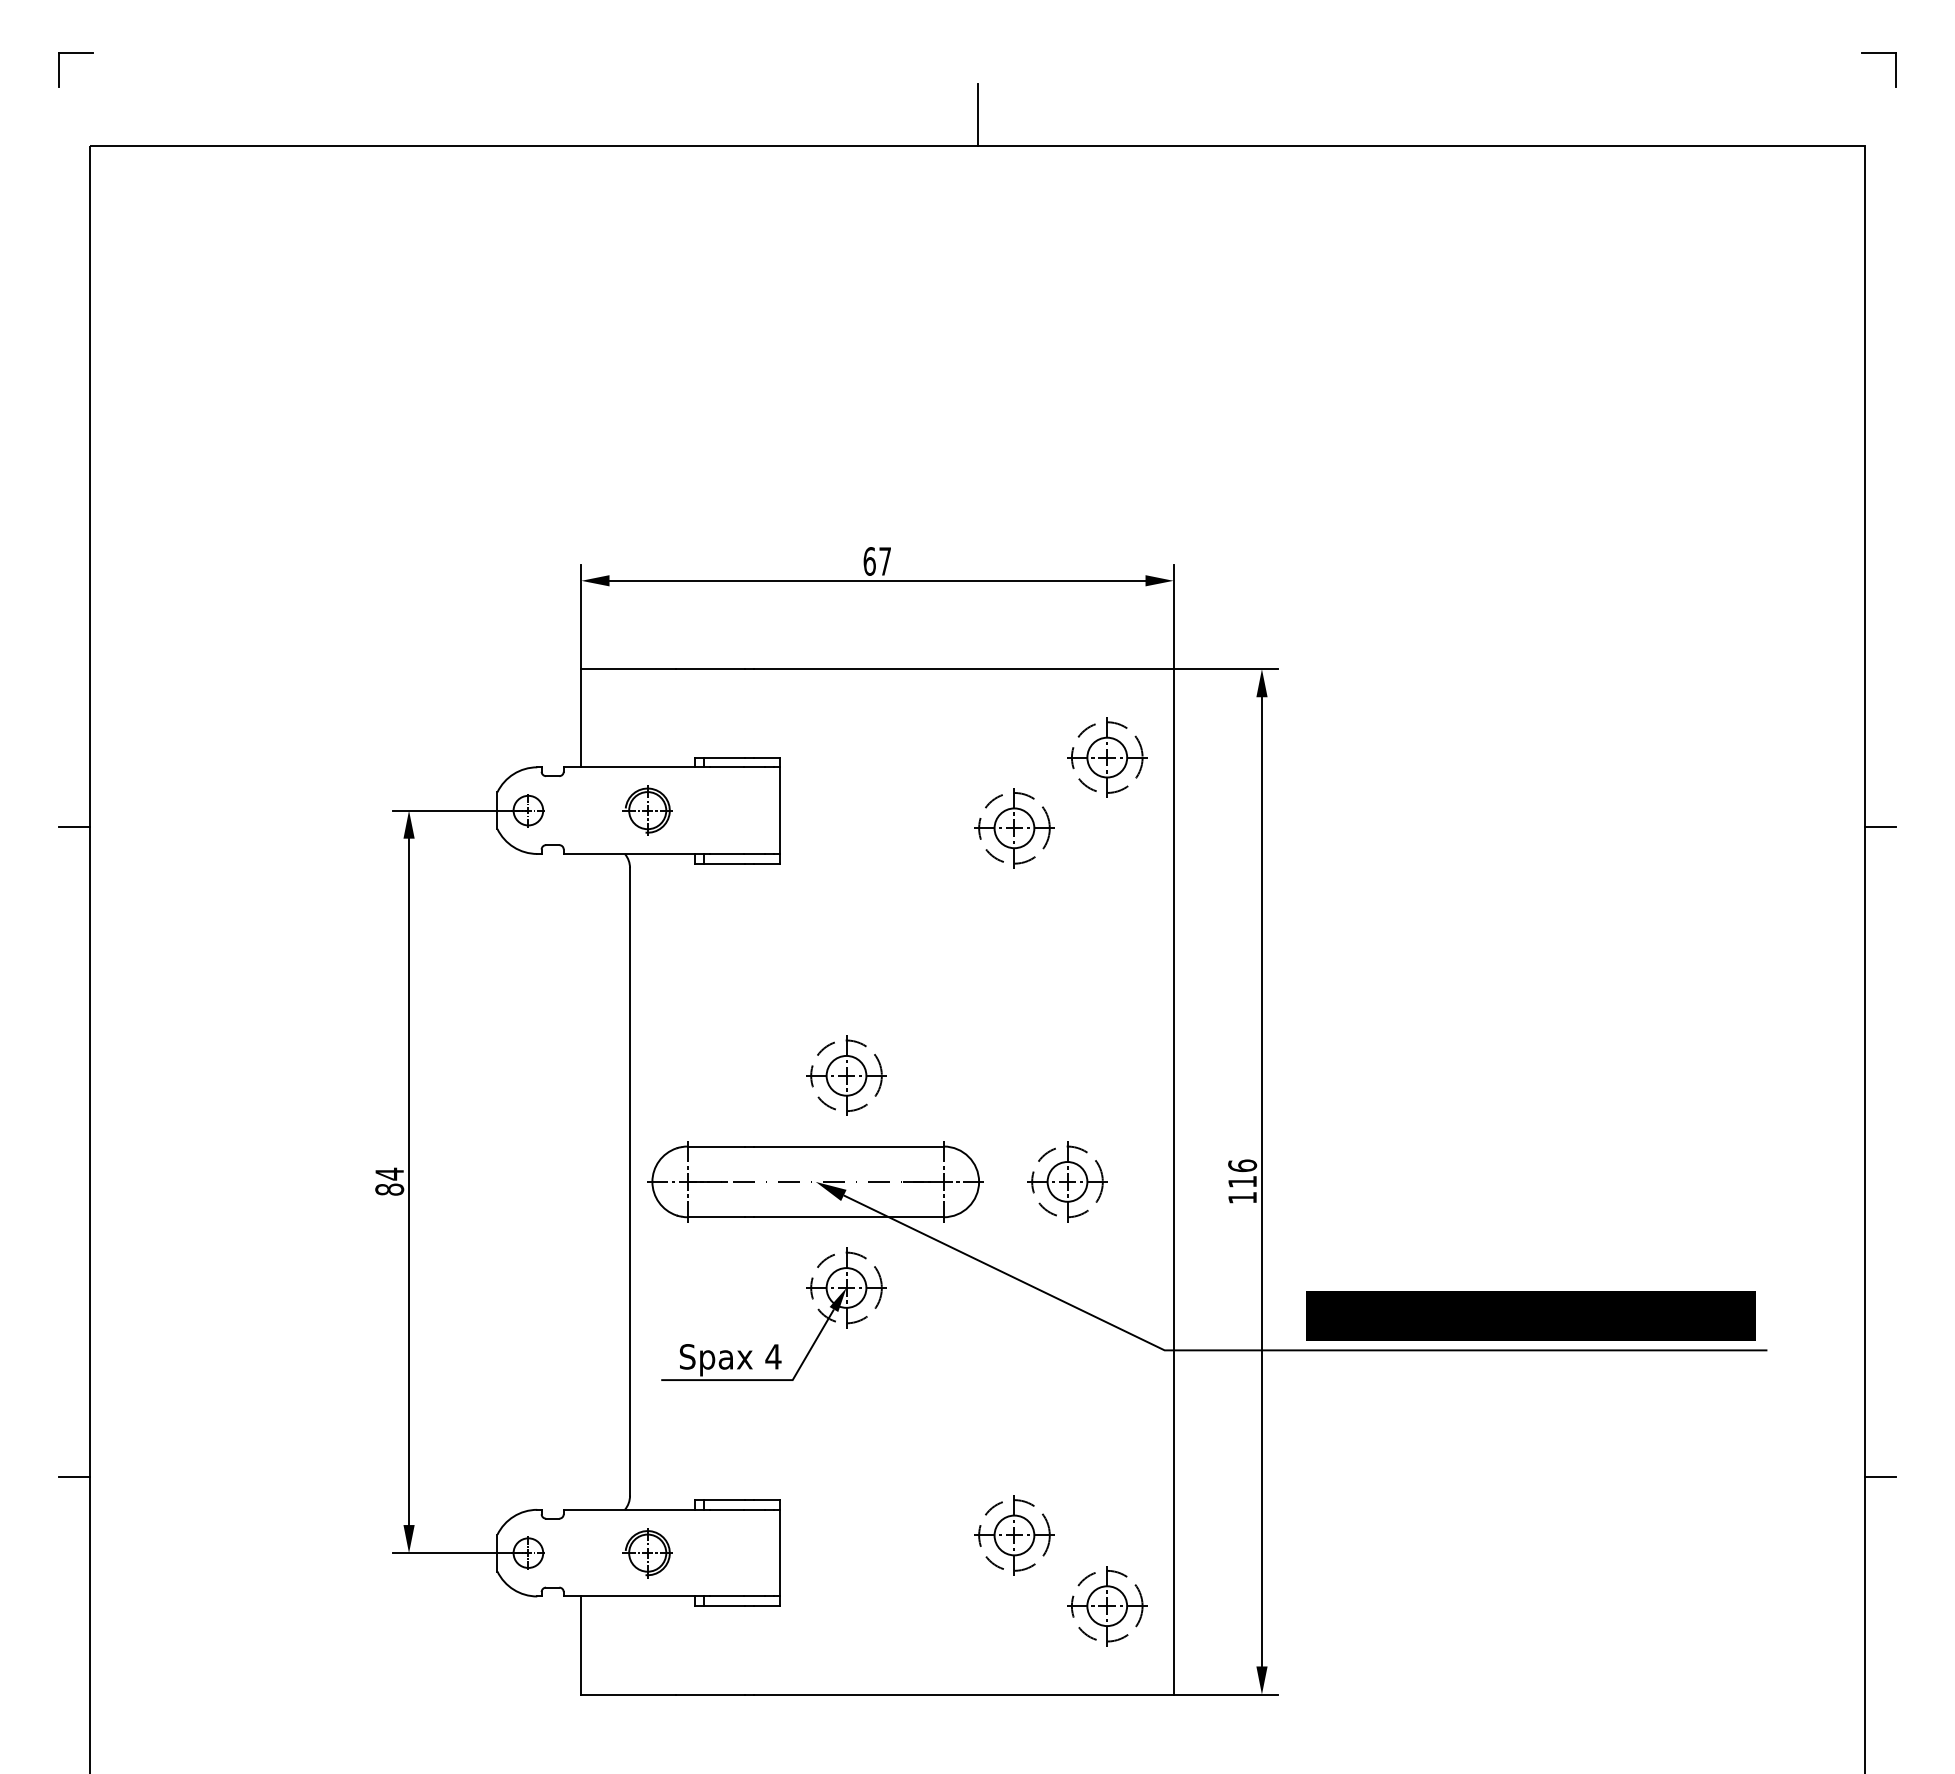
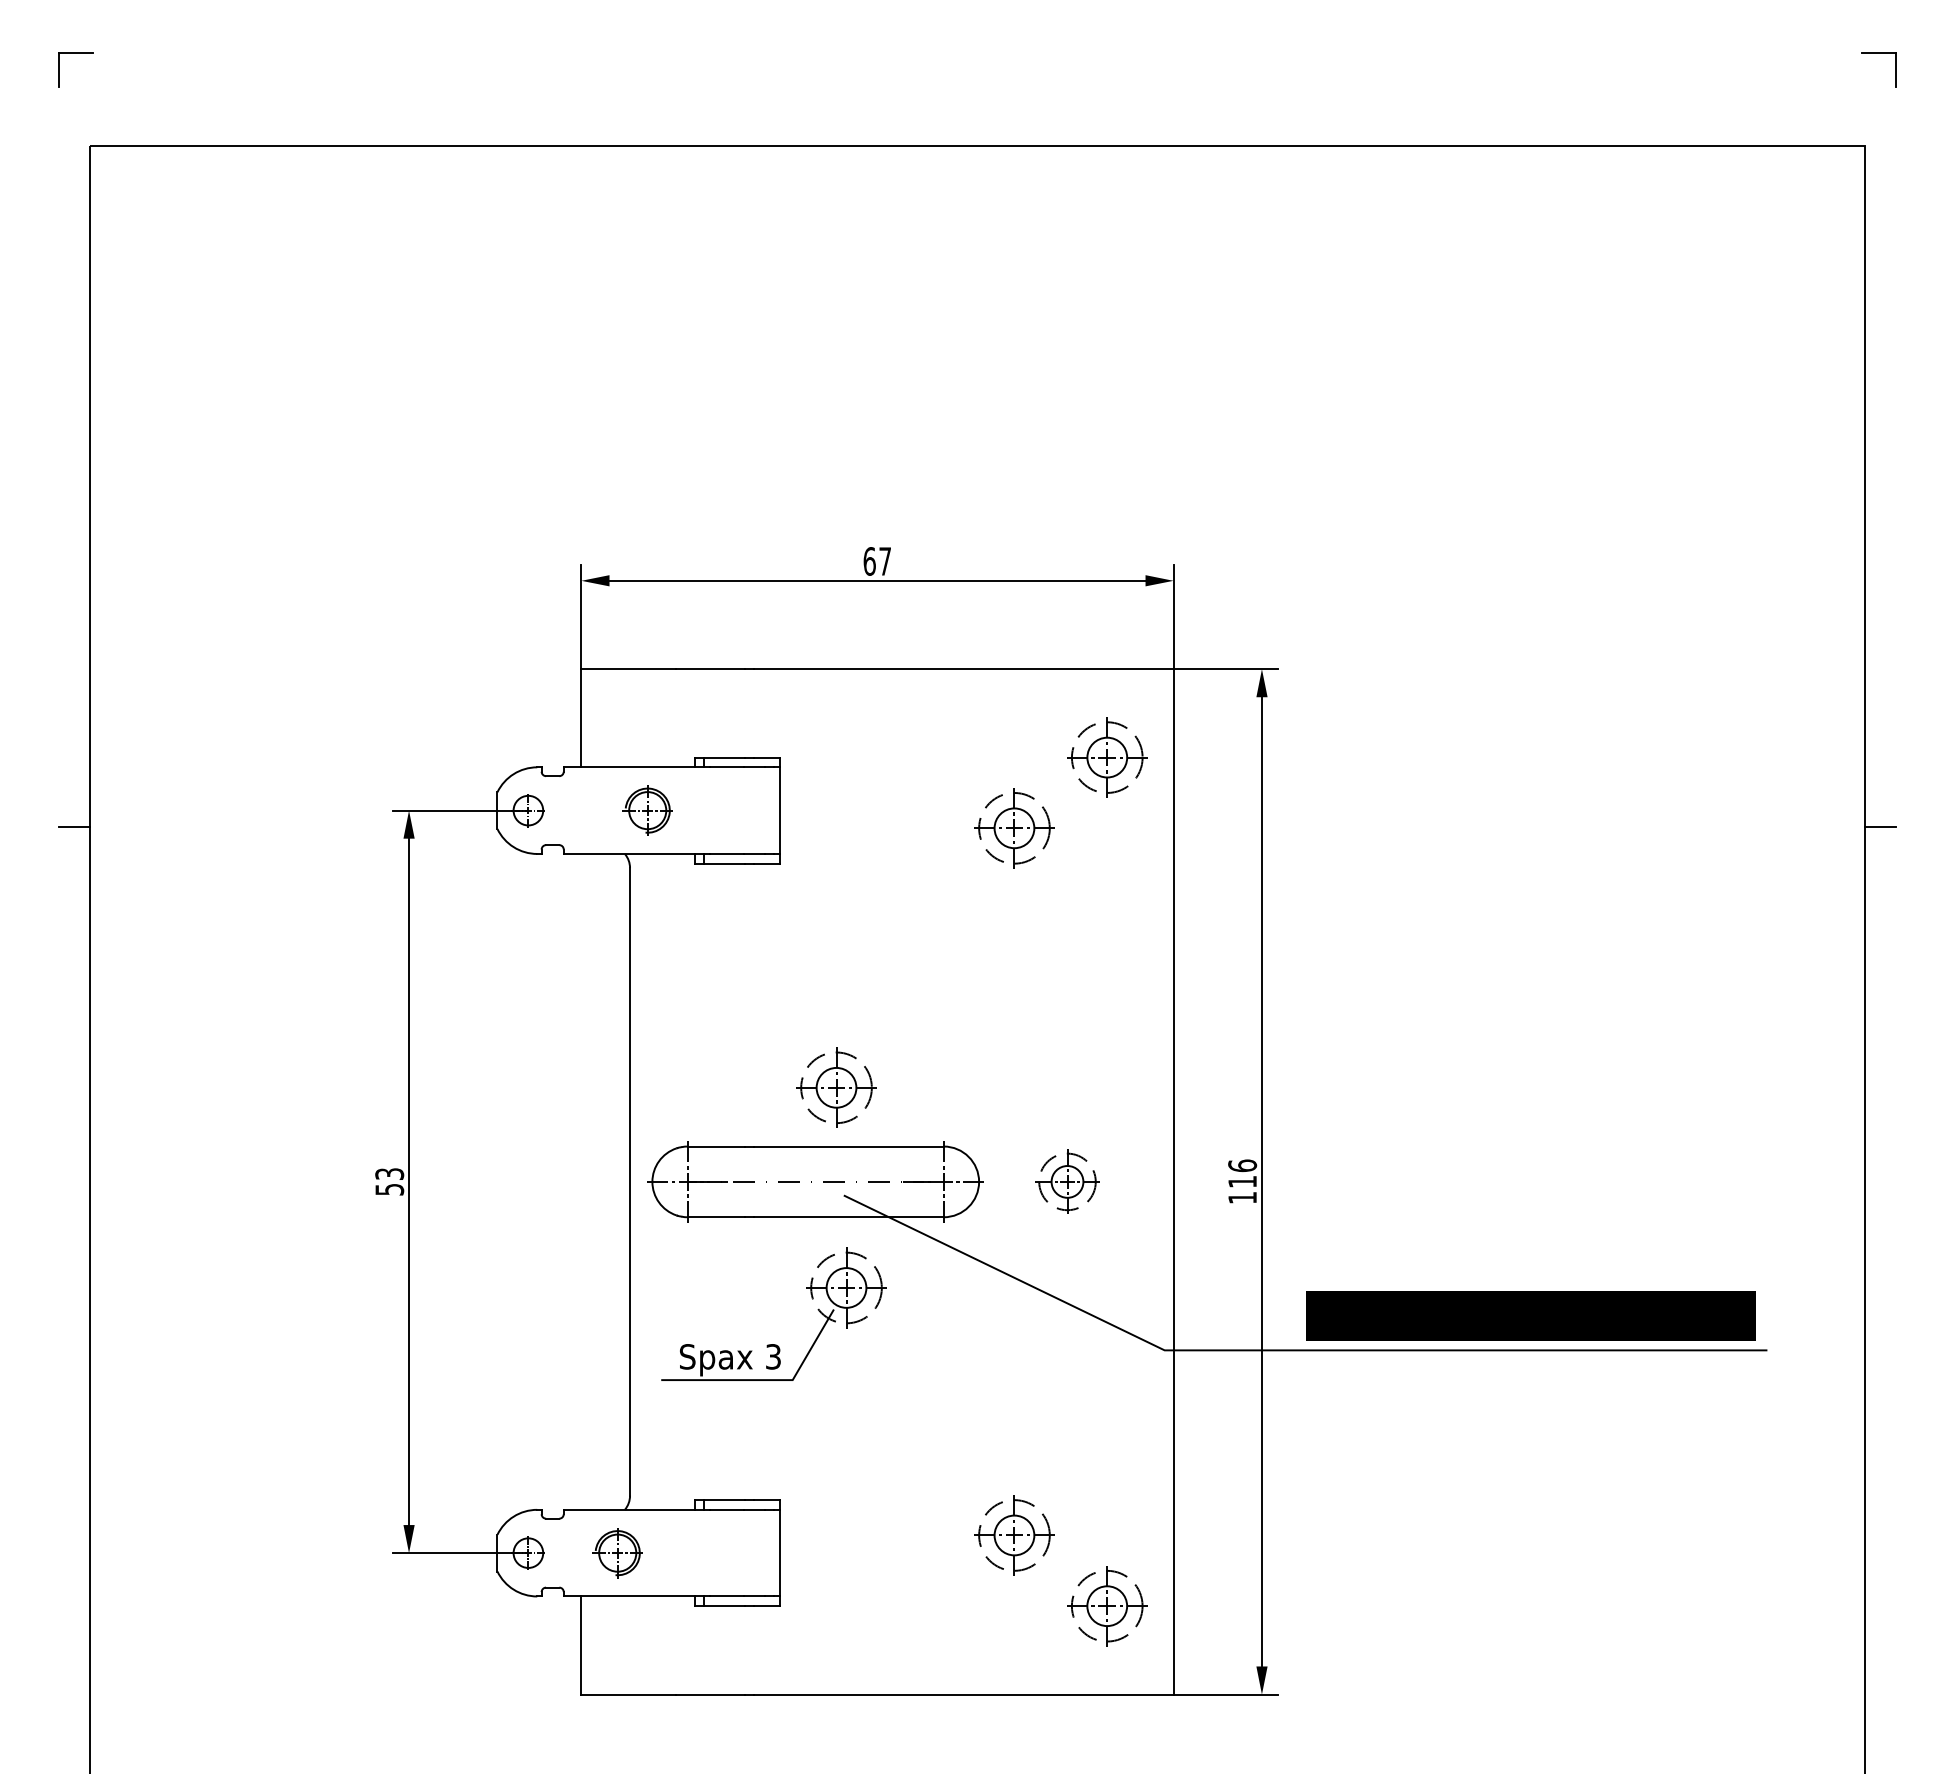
line at (977, 115): present -> none
part at (846, 1075) position: (846, 1075) -> (836, 1087)
text at (389, 1181): 84 -> 53
part at (1067, 1181) size: 81x82 px -> 65x65 px
fill at (830, 1191): present -> none
fill at (837, 1299): present -> none
text at (773, 1356): 4 -> 3
line at (73, 1476): present -> none
line at (1880, 1476): present -> none
part at (647, 1553) position: (647, 1553) -> (617, 1553)
